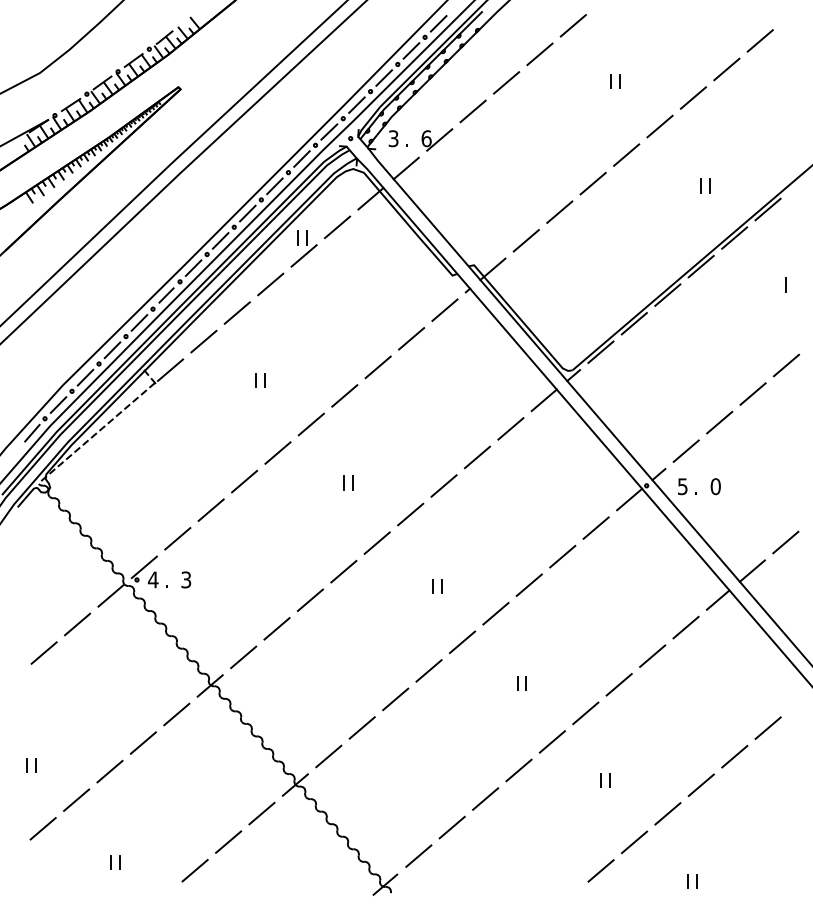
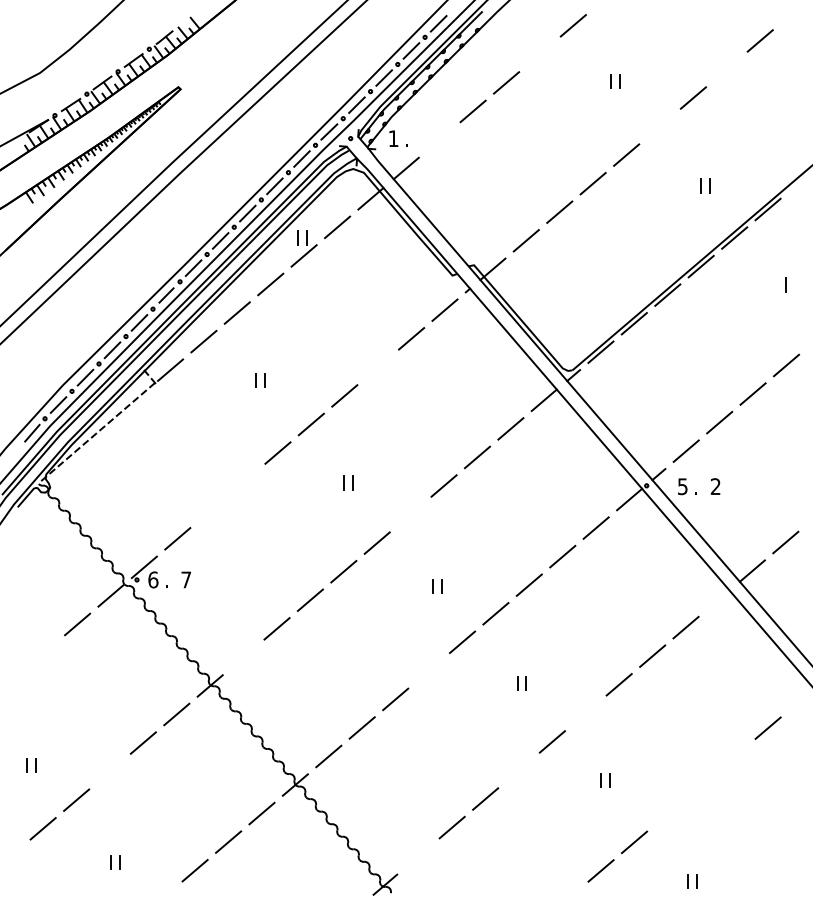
line at (539, 54): present -> none
line at (726, 69): present -> none
line at (659, 126): present -> none
text at (393, 138): 3 -> 1
part at (437, 139): present -> none
line at (377, 367): present -> none
line at (244, 481): present -> none
text at (715, 486): 0 -> 2
line at (210, 509): present -> none
line at (410, 514): present -> none
text at (153, 579): 4 -> 6
text at (186, 579): 3 -> 7
line at (717, 599): present -> none
line at (43, 652): present -> none
line at (243, 657): present -> none
line at (428, 670): present -> none
line at (585, 713): present -> none
line at (734, 756): present -> none
line at (518, 770): present -> none
line at (109, 771): present -> none
line at (700, 784): present -> none
line at (667, 813): present -> none
line at (418, 855): present -> none
